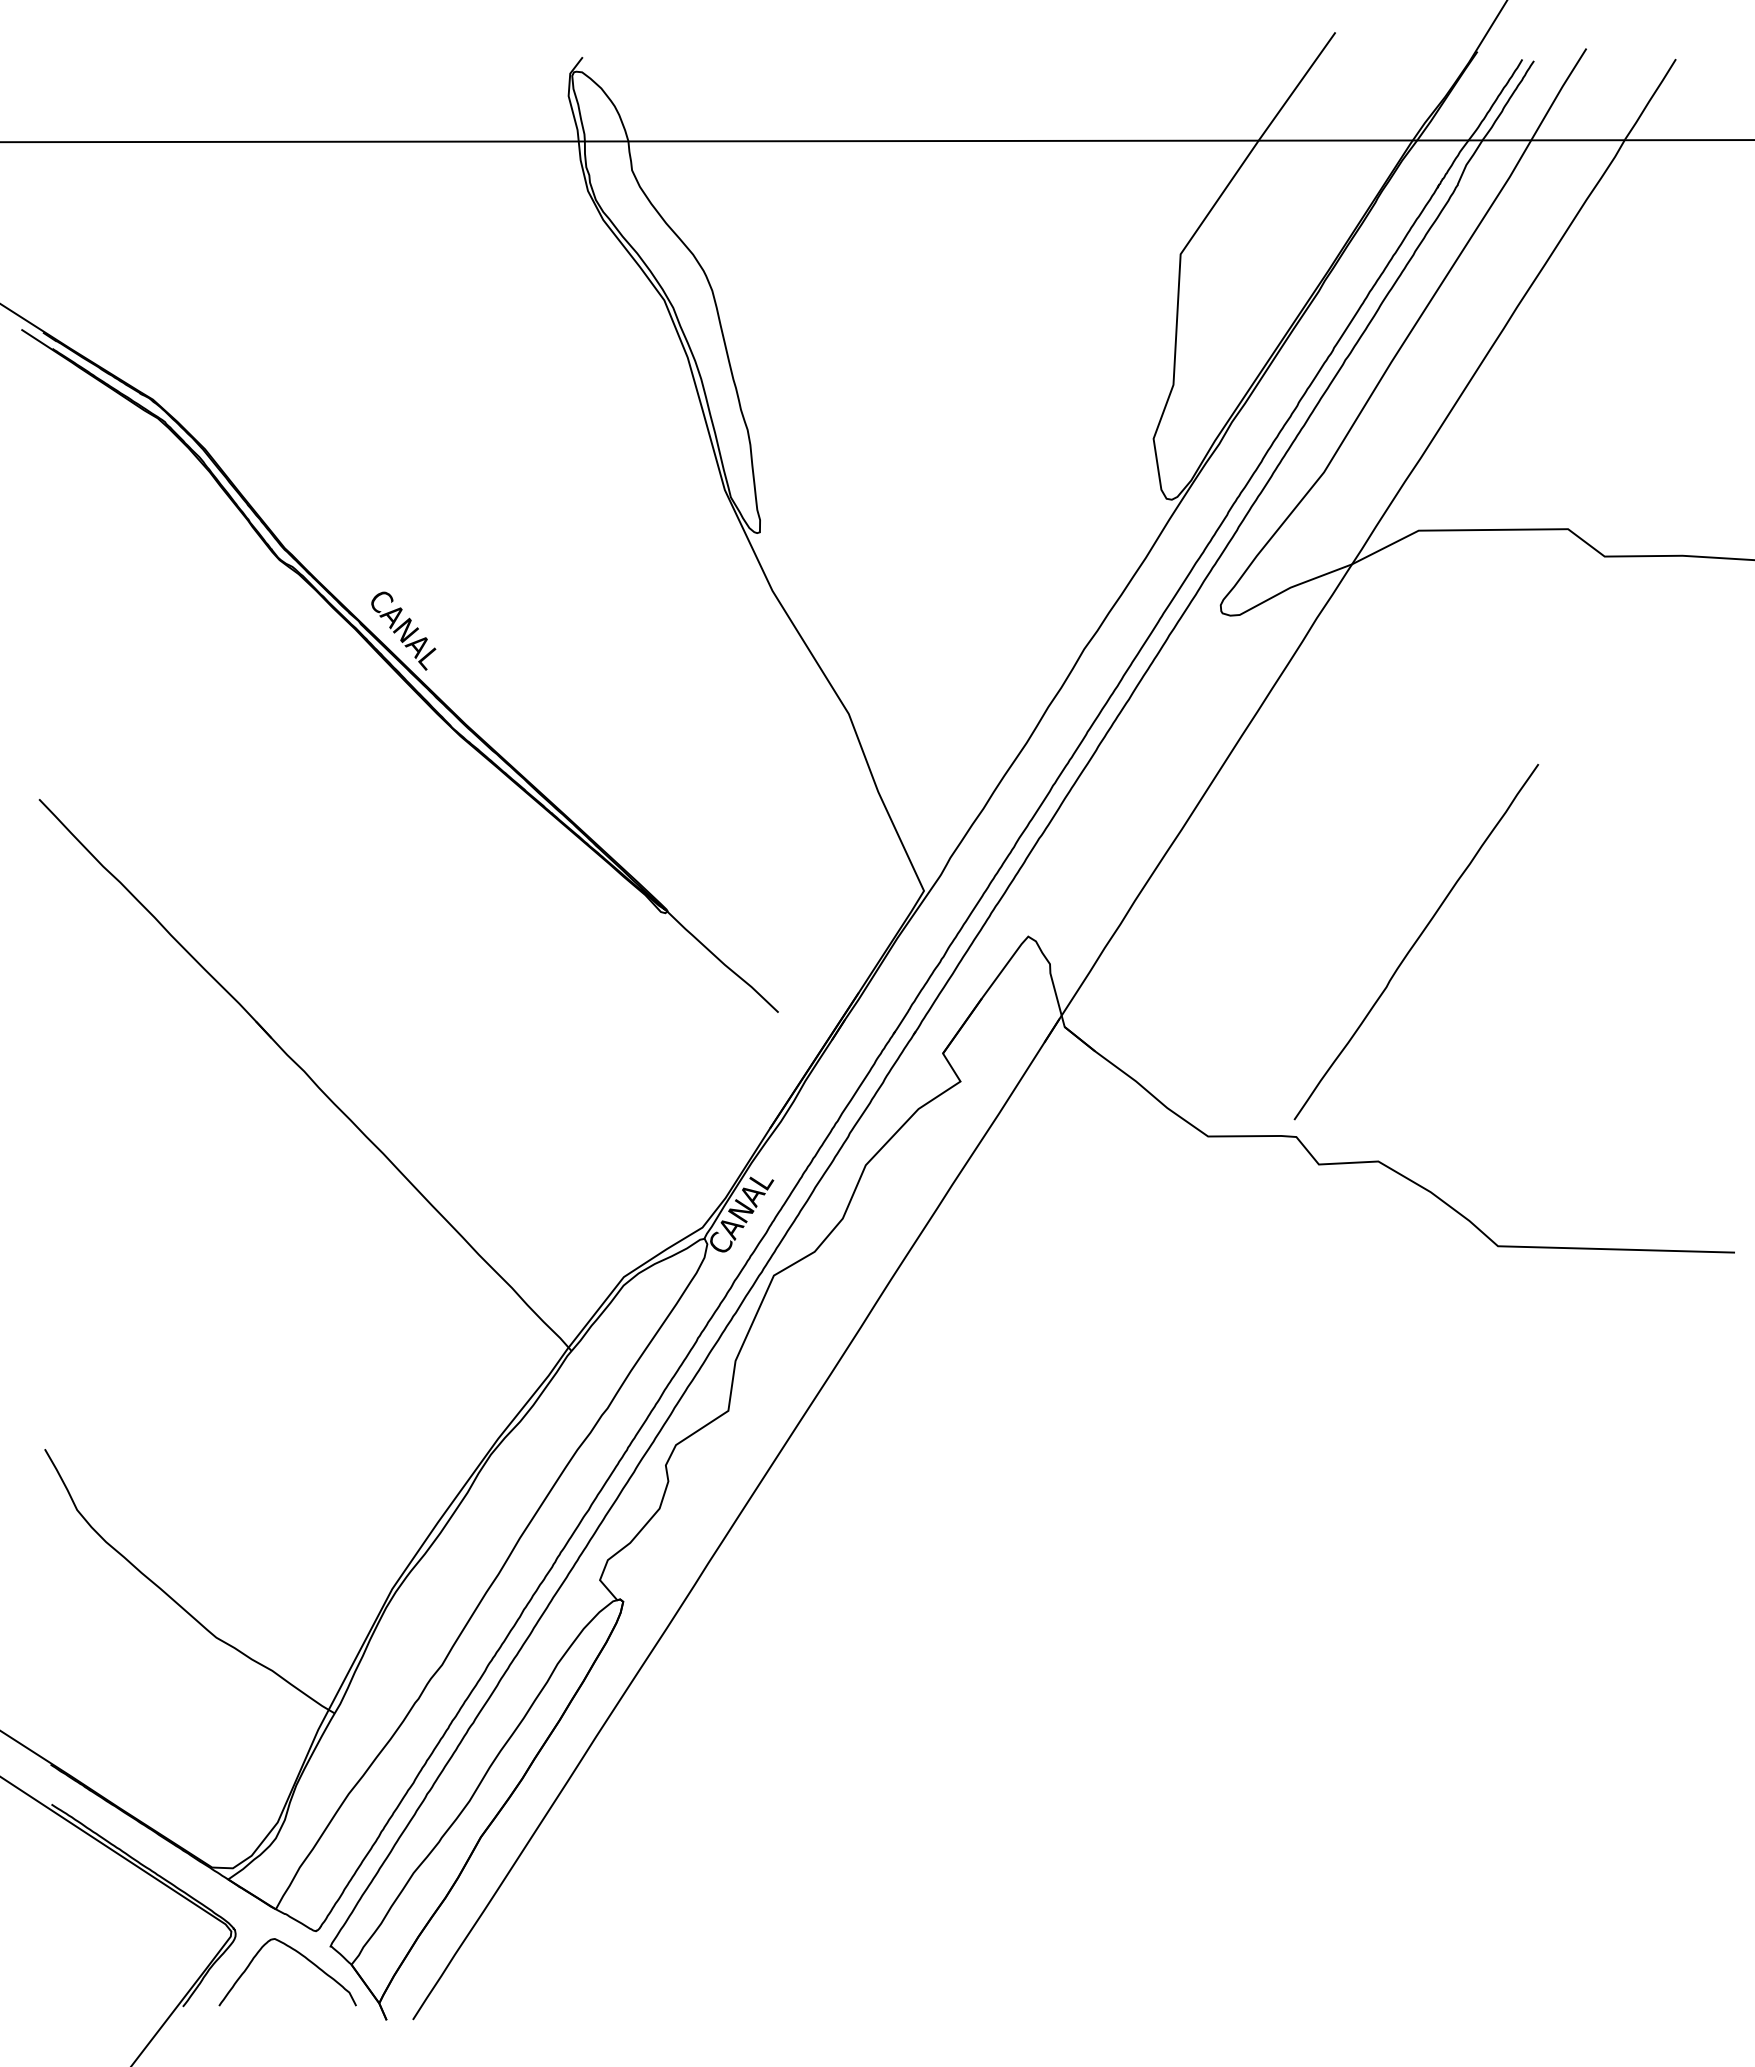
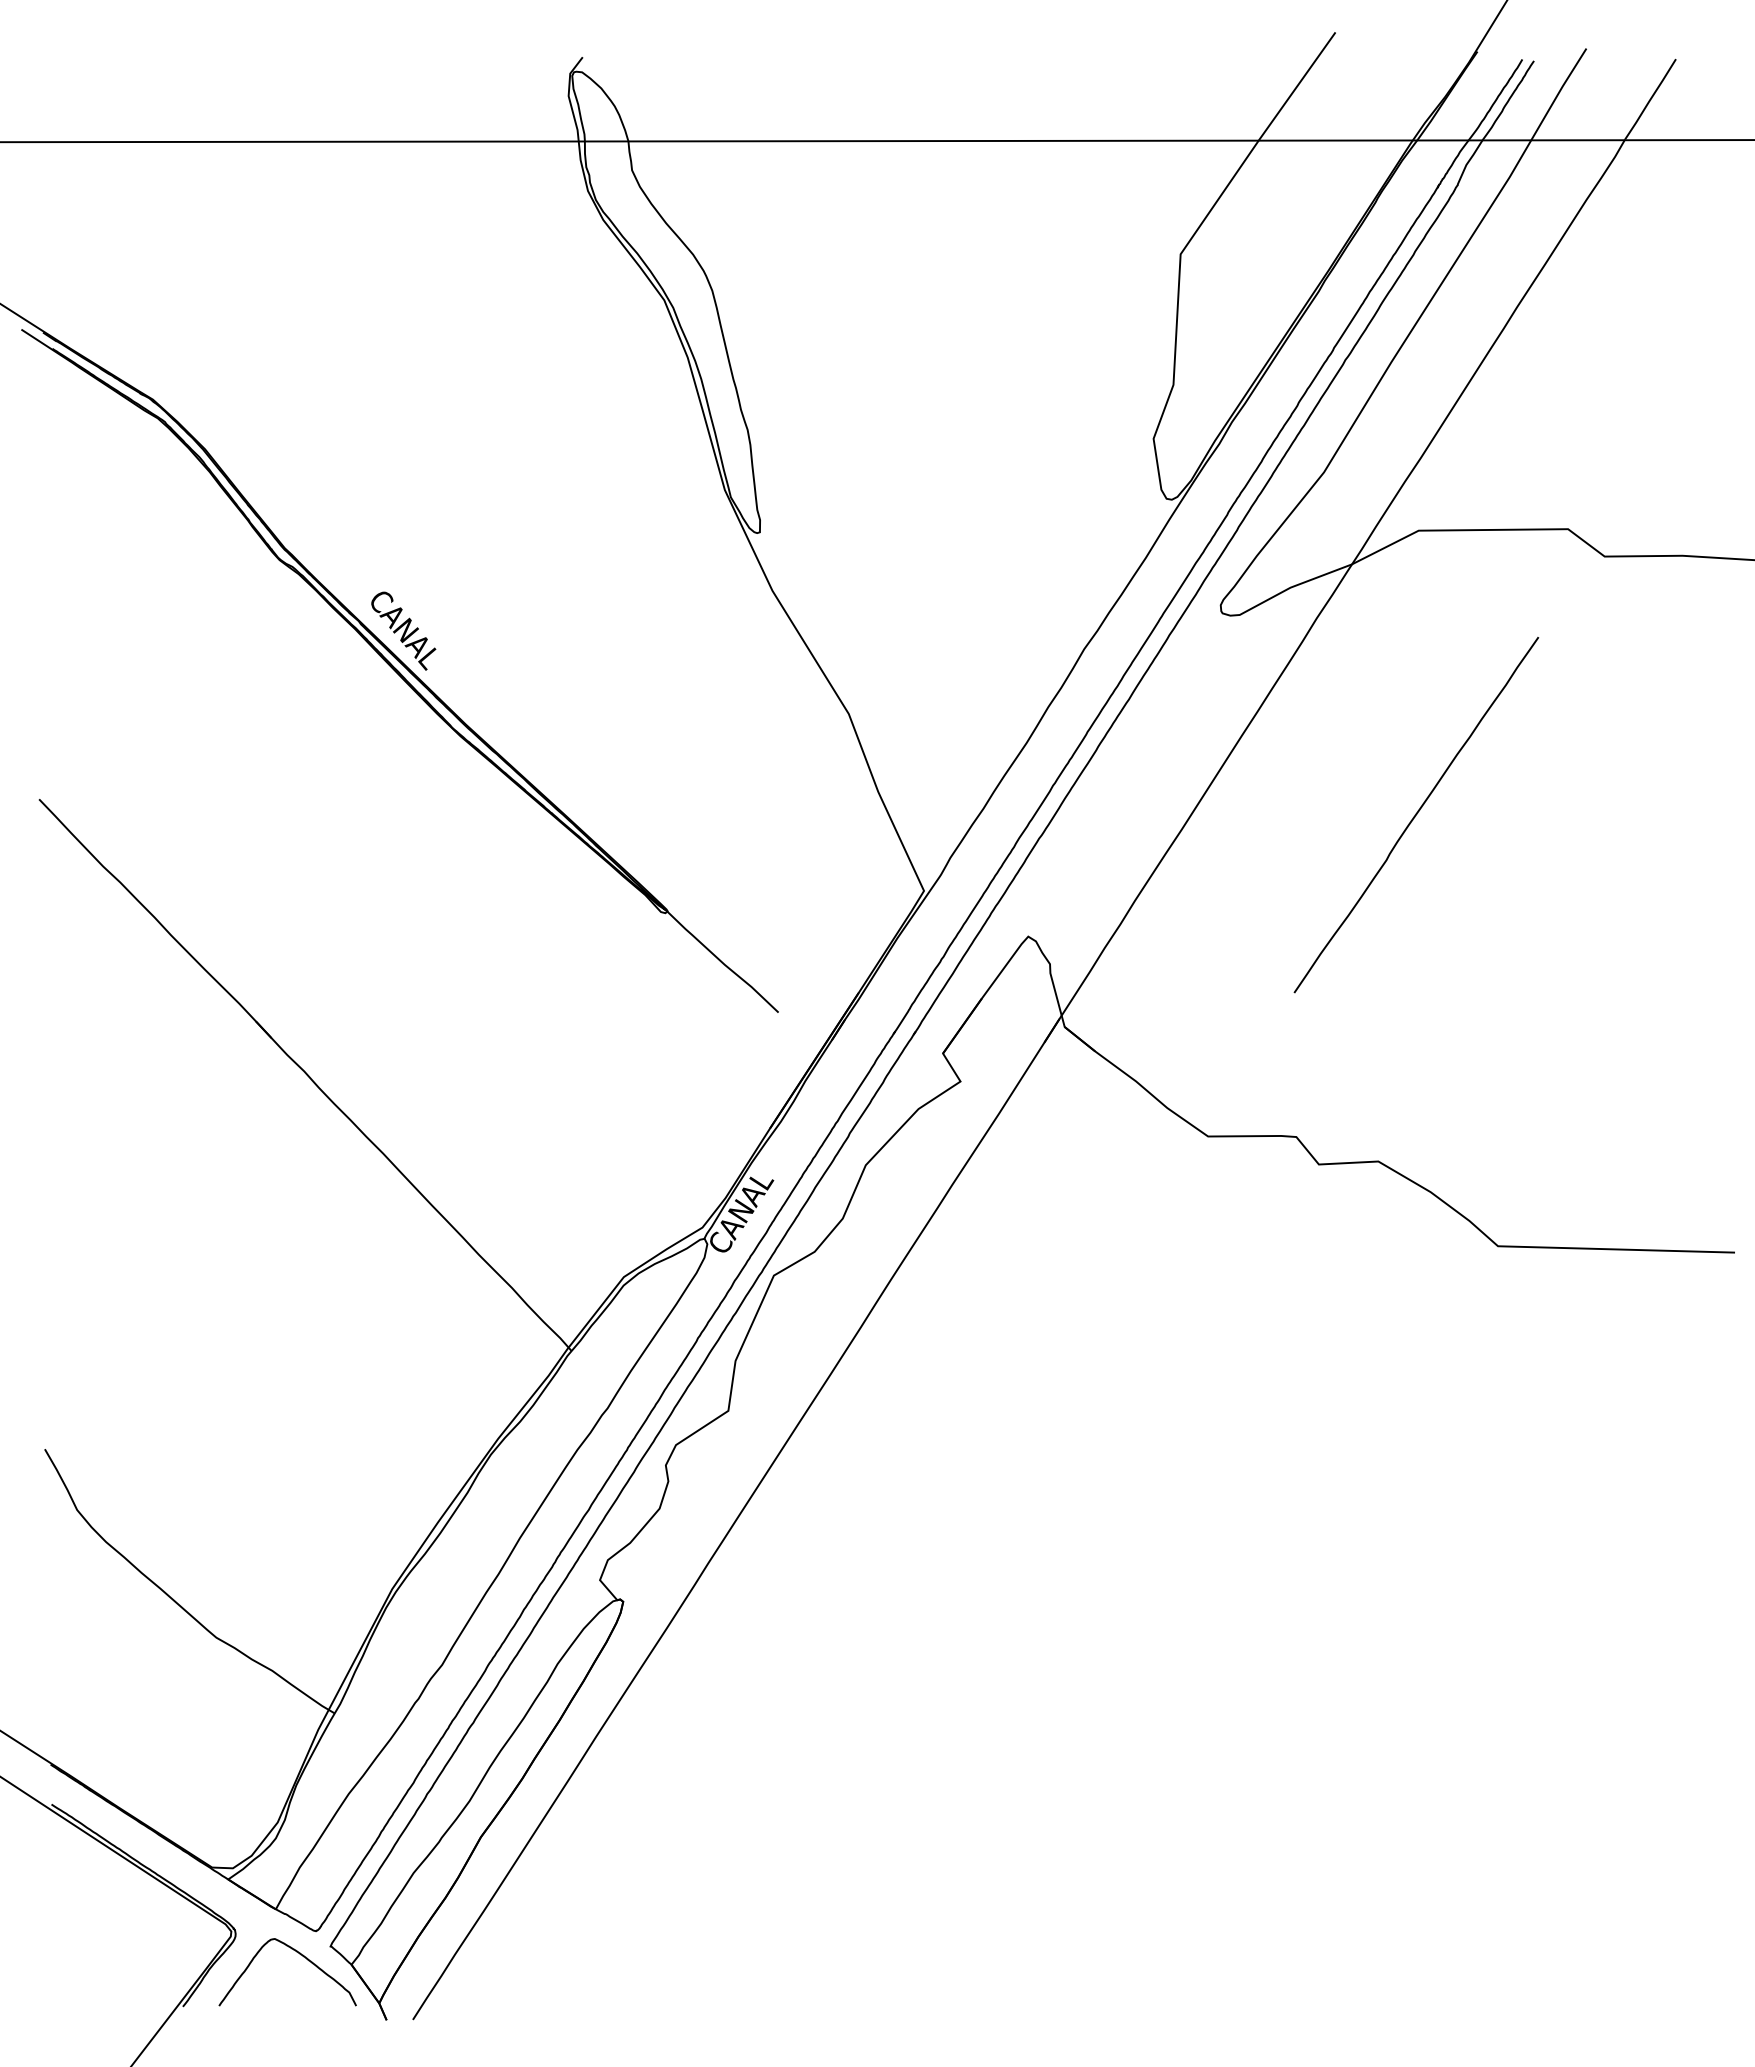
curve at (1416, 942) position: (1416, 942) -> (1416, 815)
